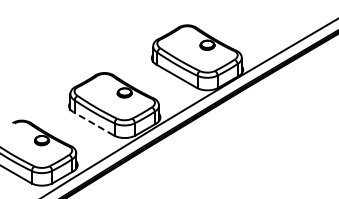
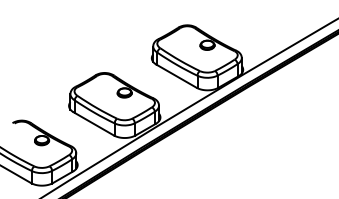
line at (93, 123): dashed -> solid
